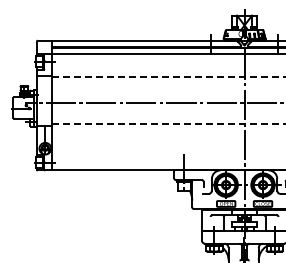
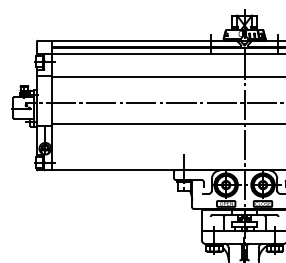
line at (168, 77): dashed -> solid
line at (168, 123): dashed -> solid
